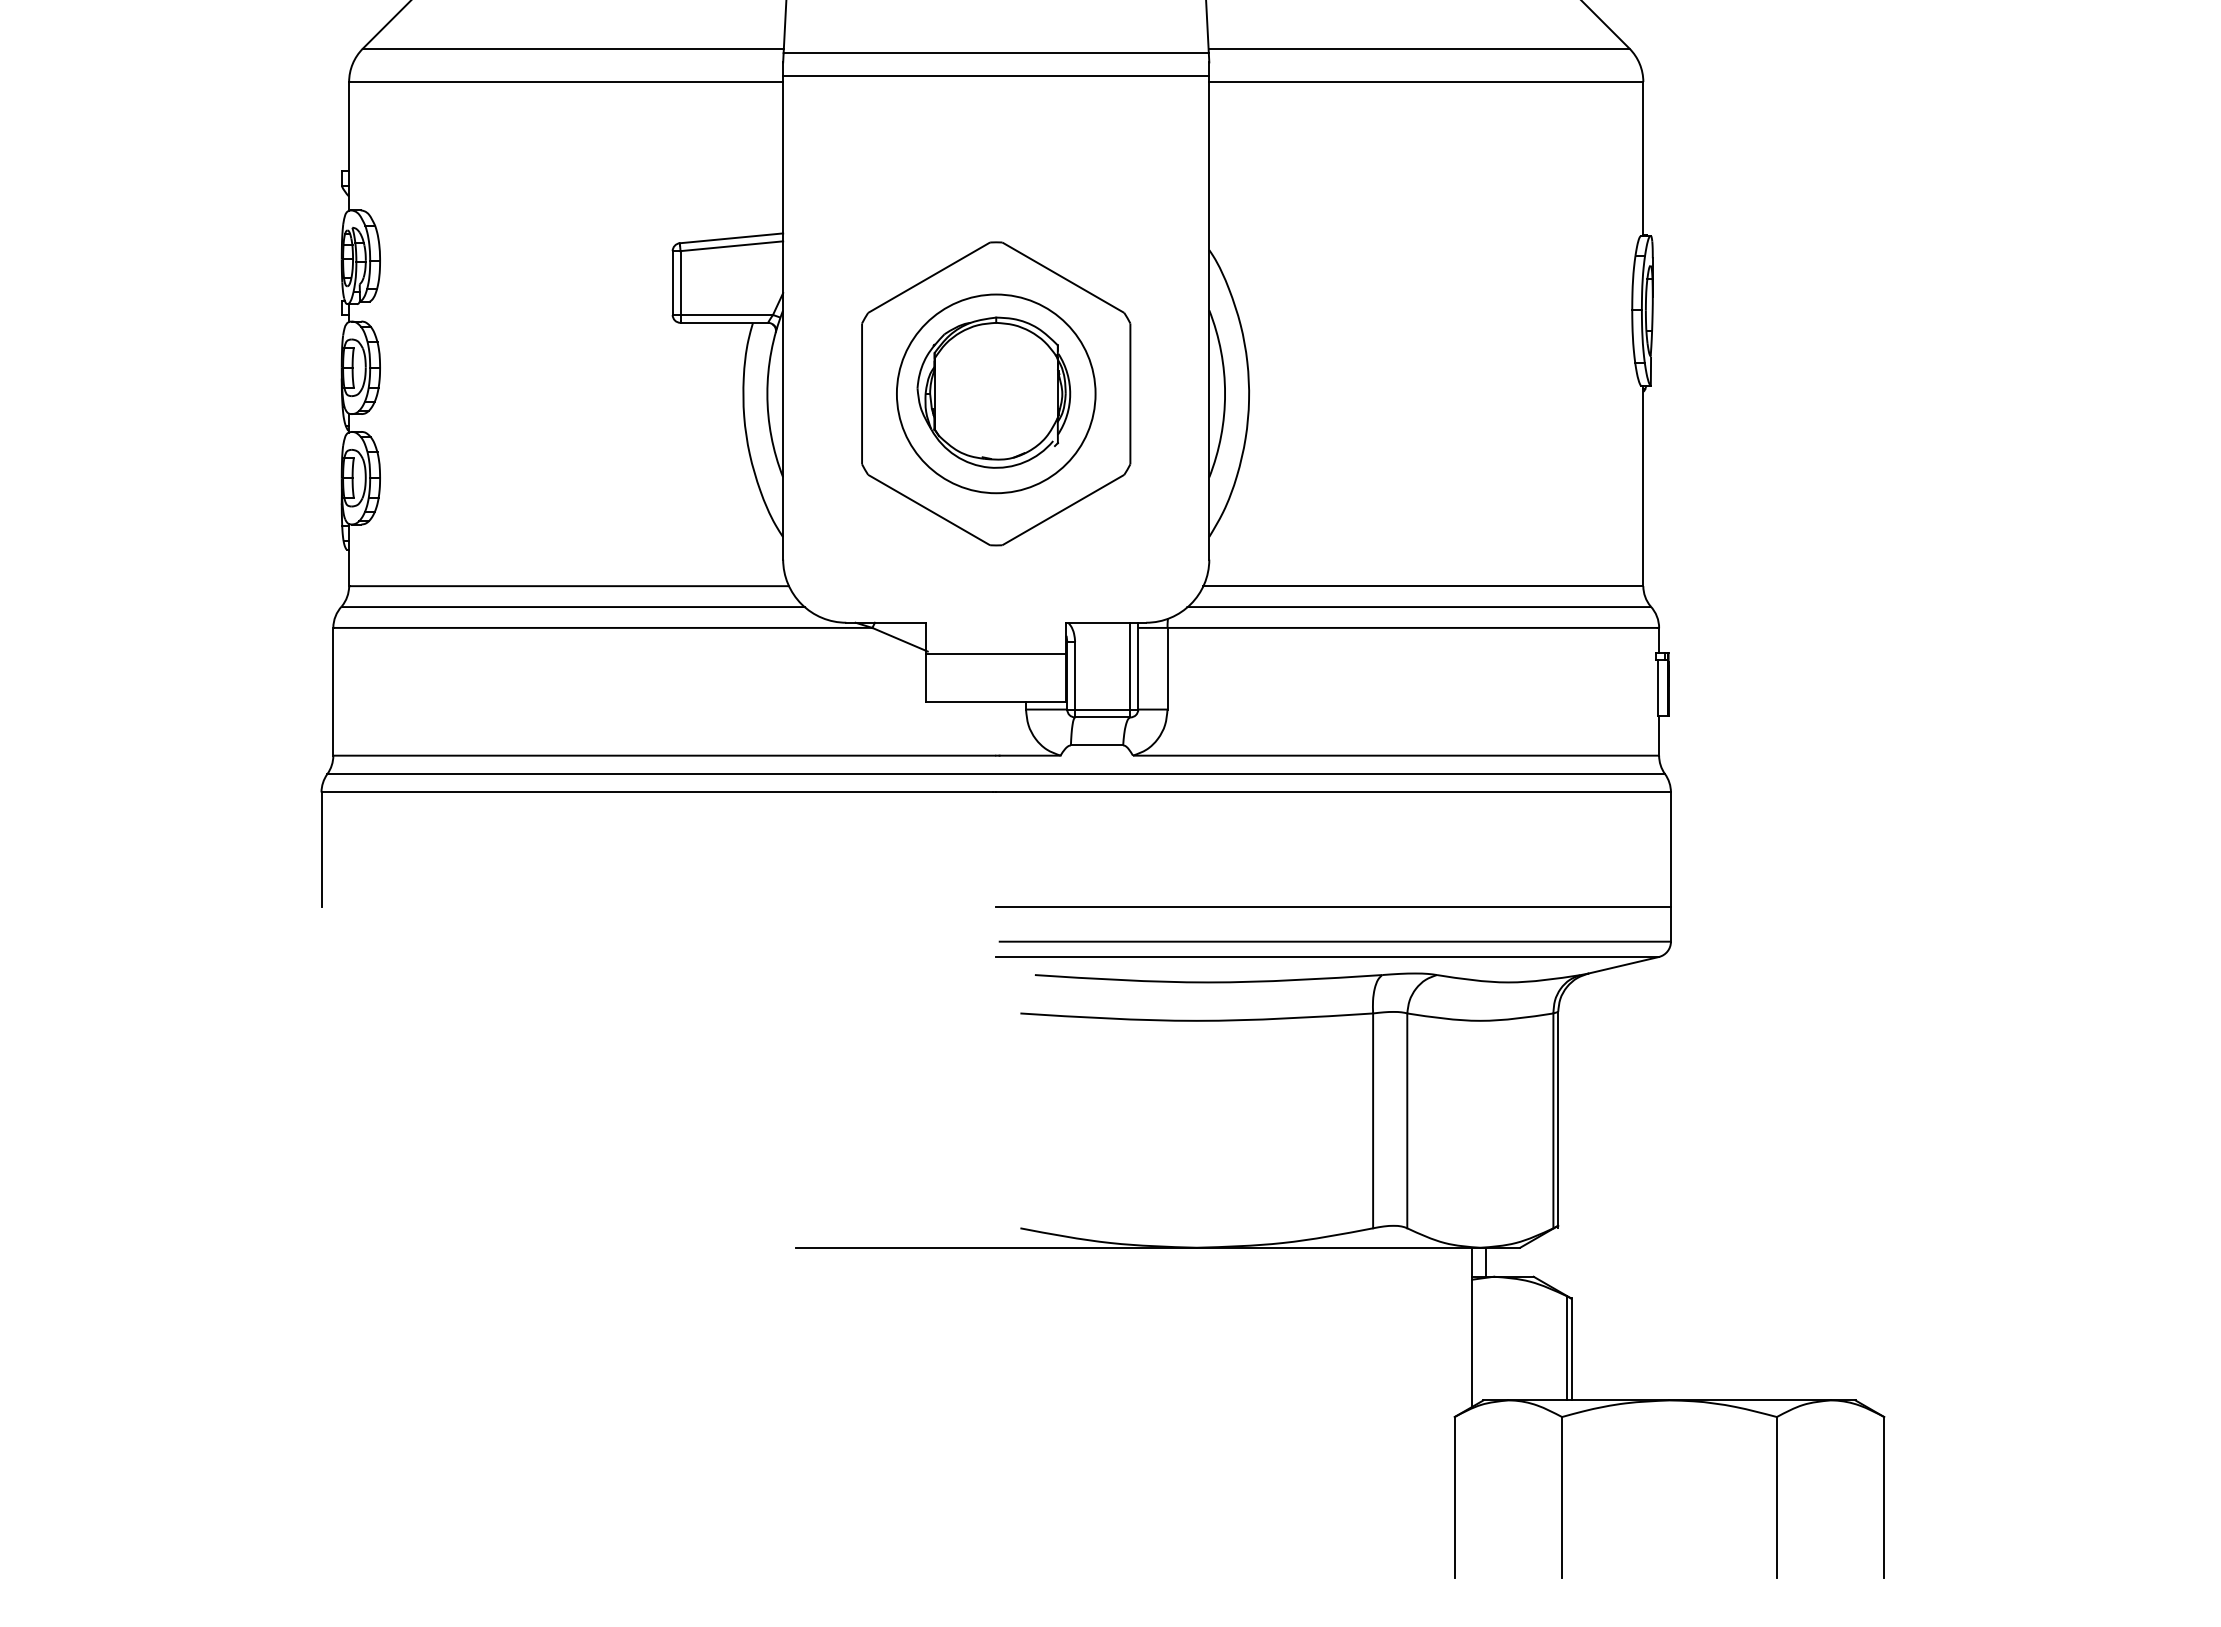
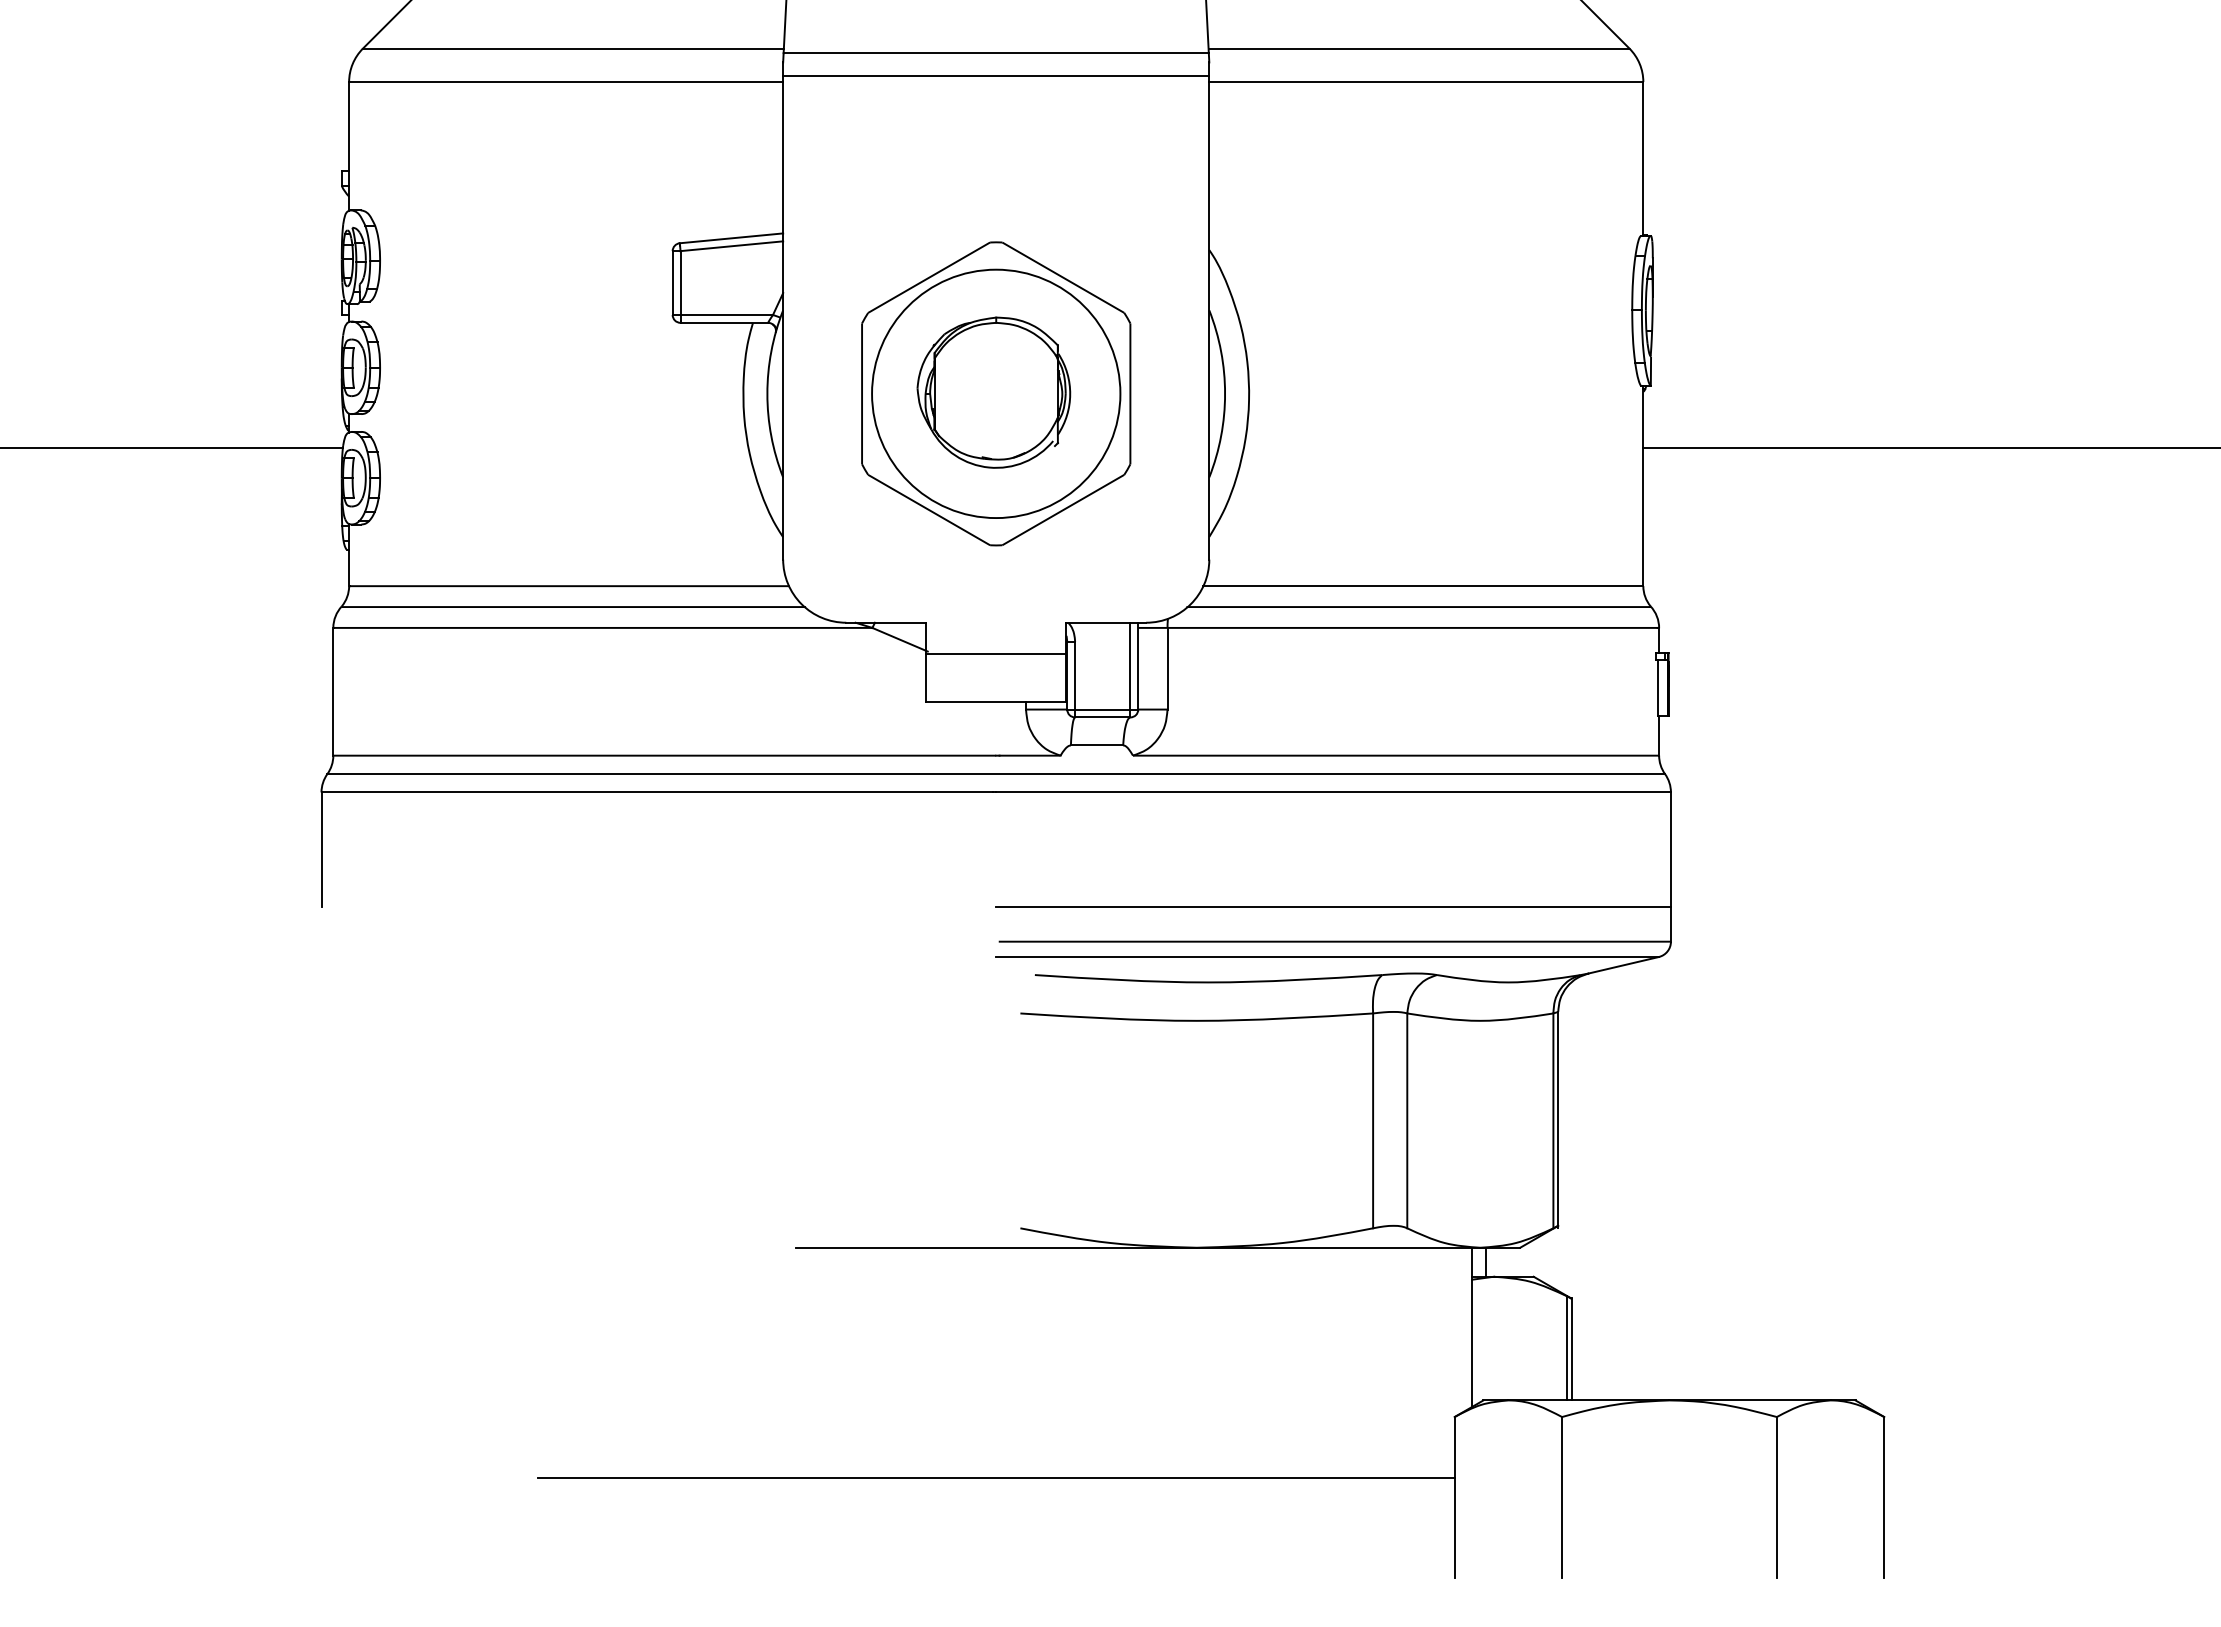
circle at (995, 393) diameter: 199 px -> 248 px
line at (172, 448): none -> present
line at (1930, 448): none -> present
line at (995, 1478): none -> present
